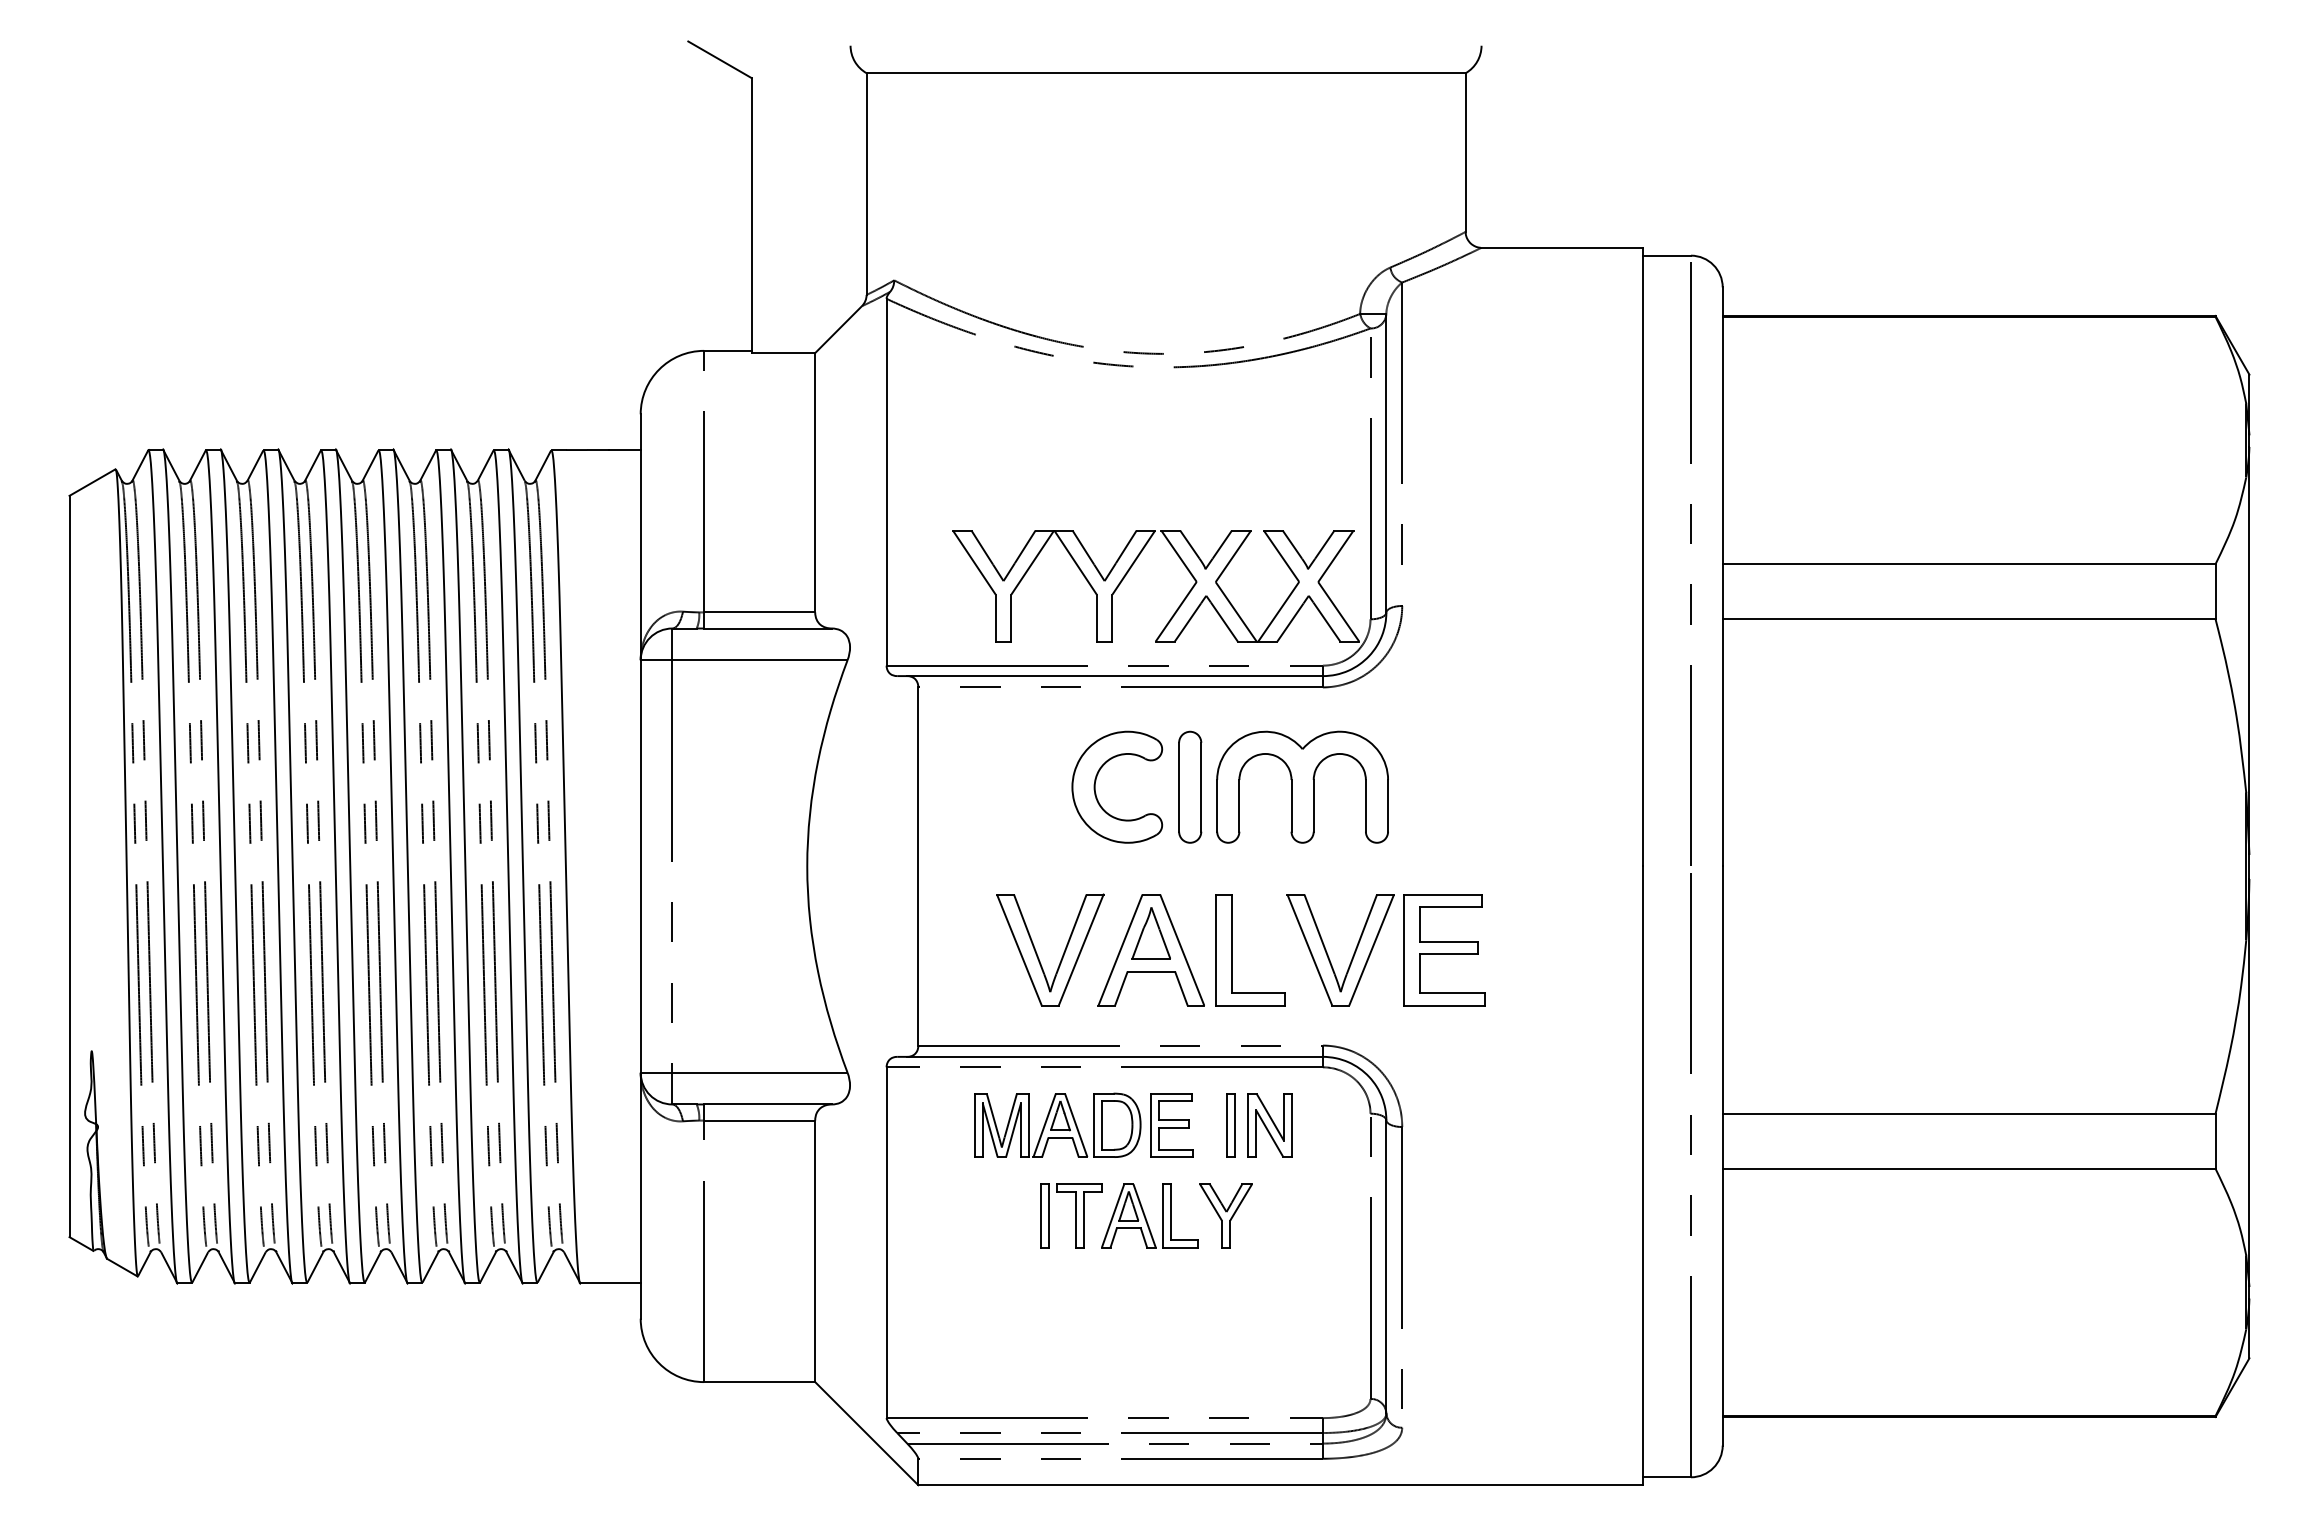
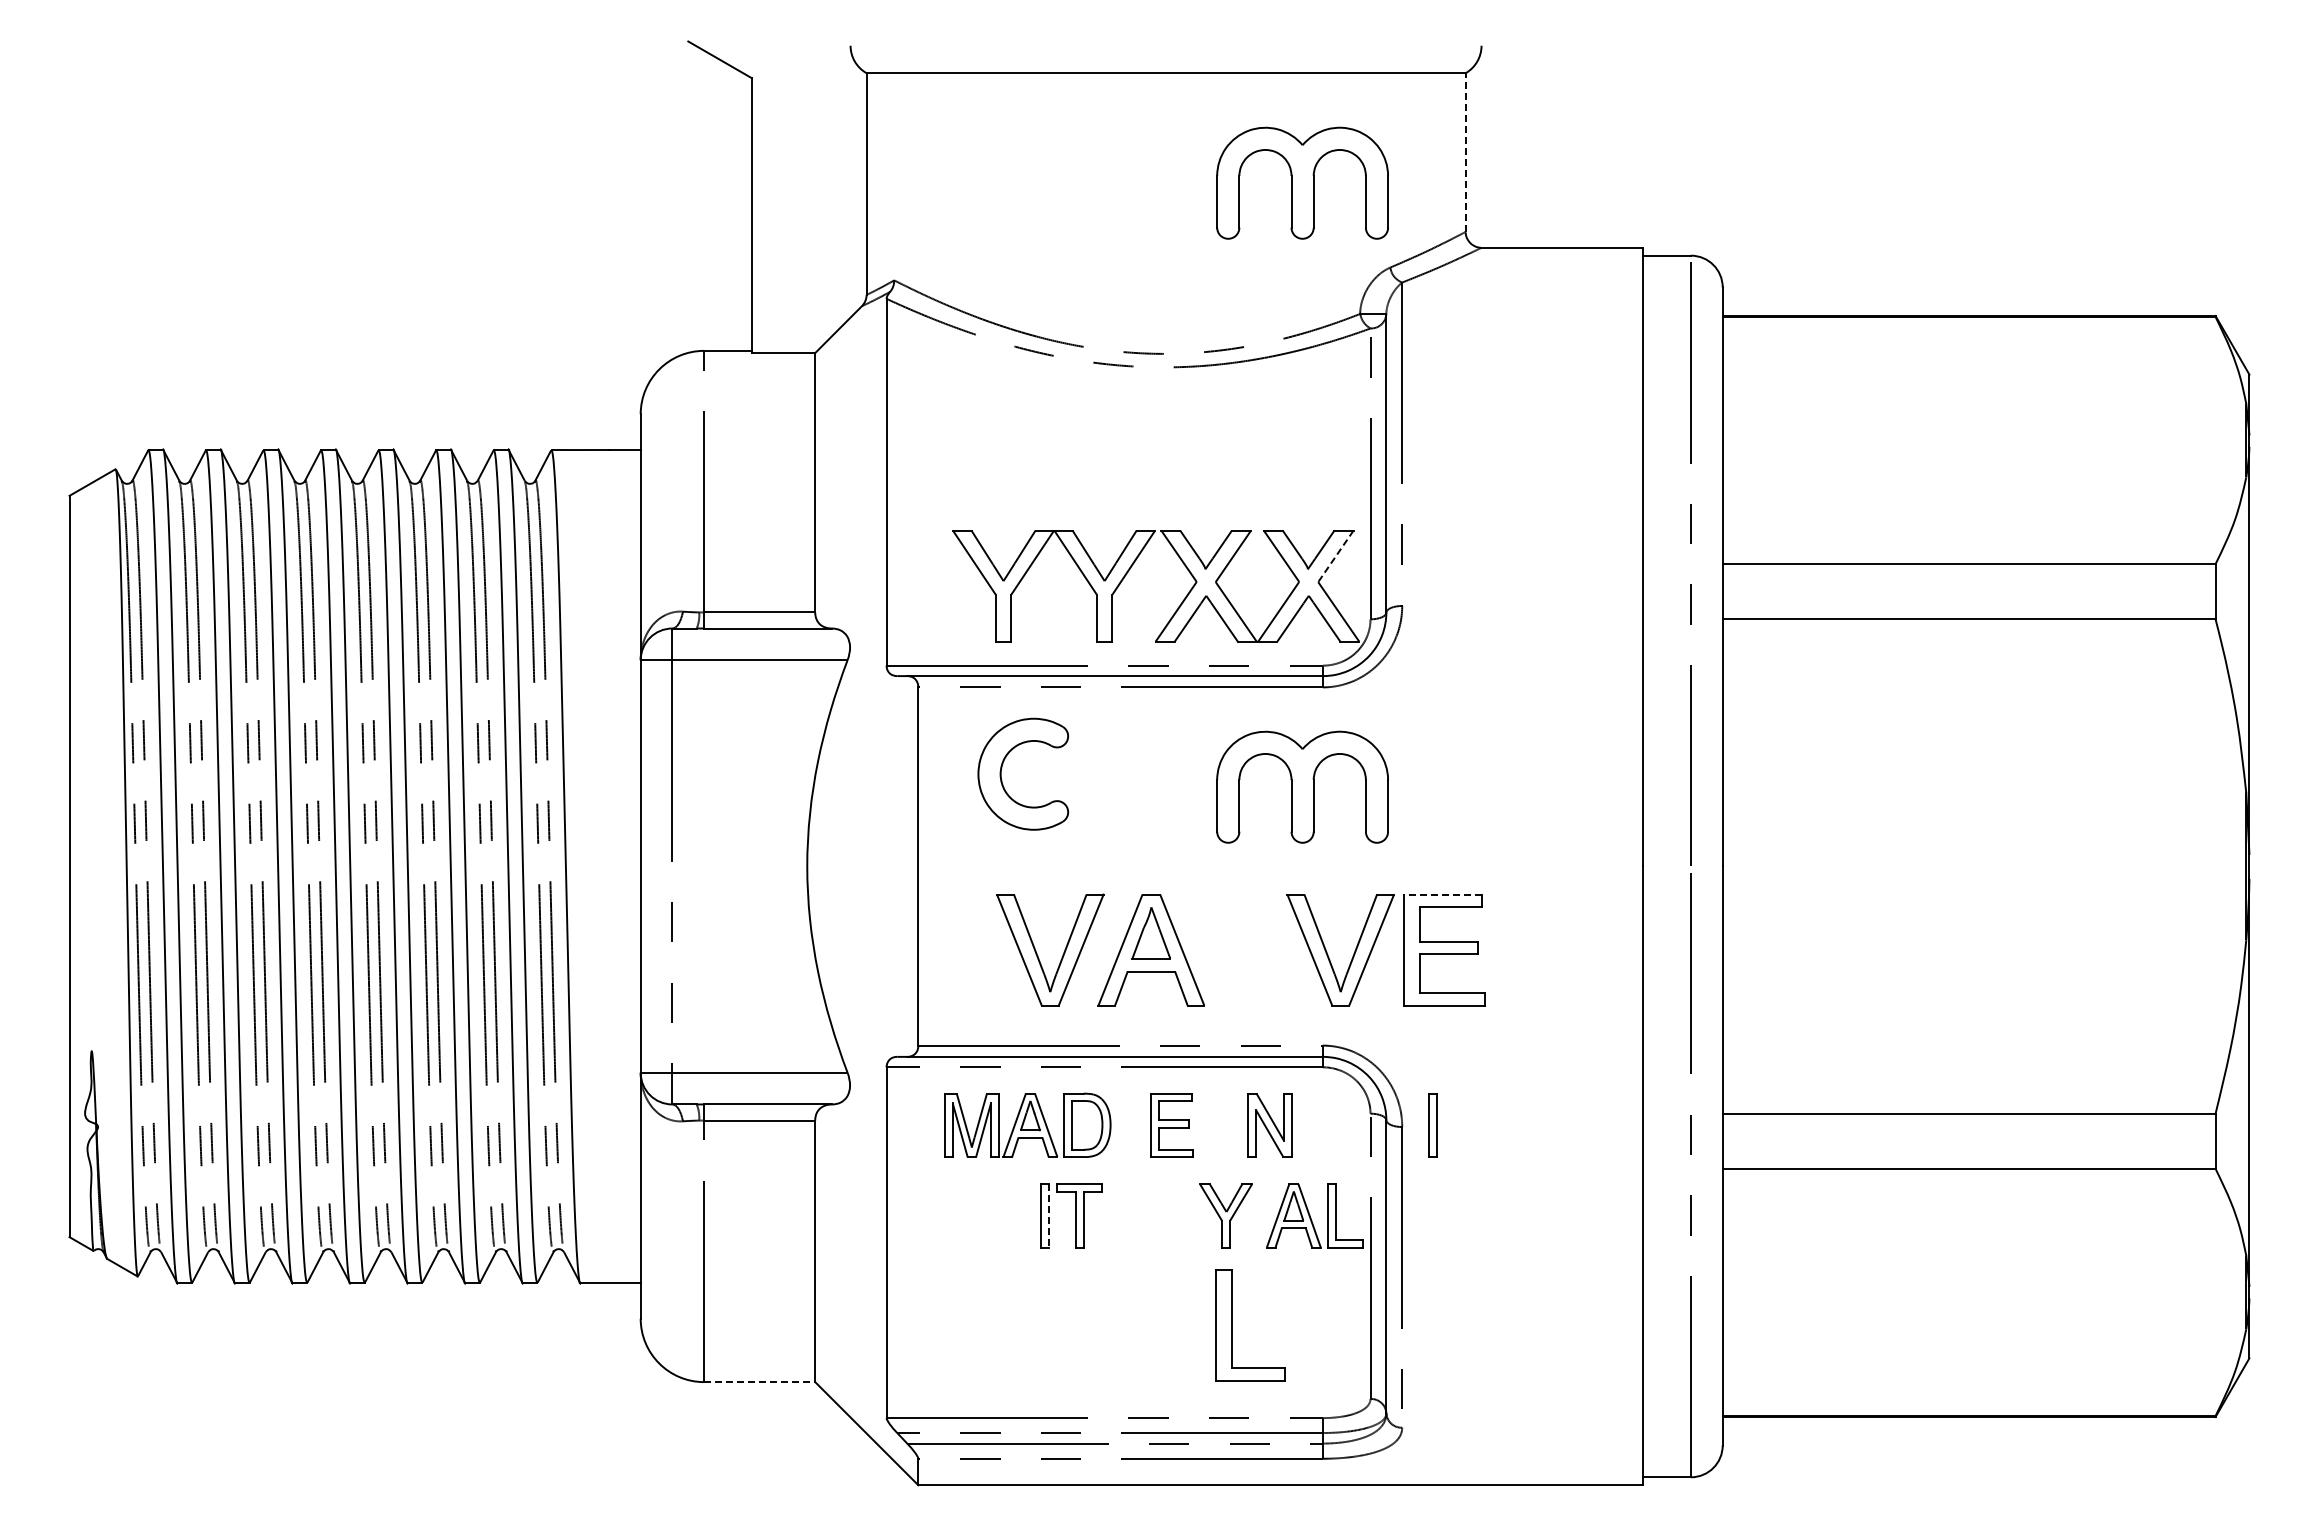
line at (1465, 152): solid -> dashed
part at (1302, 182): none -> present
line at (1335, 556): solid -> dashed
part at (1096, 781) position: (1096, 781) -> (1002, 768)
part at (1190, 786): present -> none
line at (1442, 894): solid -> dashed
part at (1232, 950) position: (1232, 950) -> (1232, 1325)
part at (1057, 1124) position: (1057, 1124) -> (1027, 1124)
part at (1230, 1125) position: (1230, 1125) -> (1432, 1125)
line at (1048, 1215): solid -> dashed
part at (1149, 1215) position: (1149, 1215) -> (1314, 1215)
line at (759, 1382): solid -> dashed
